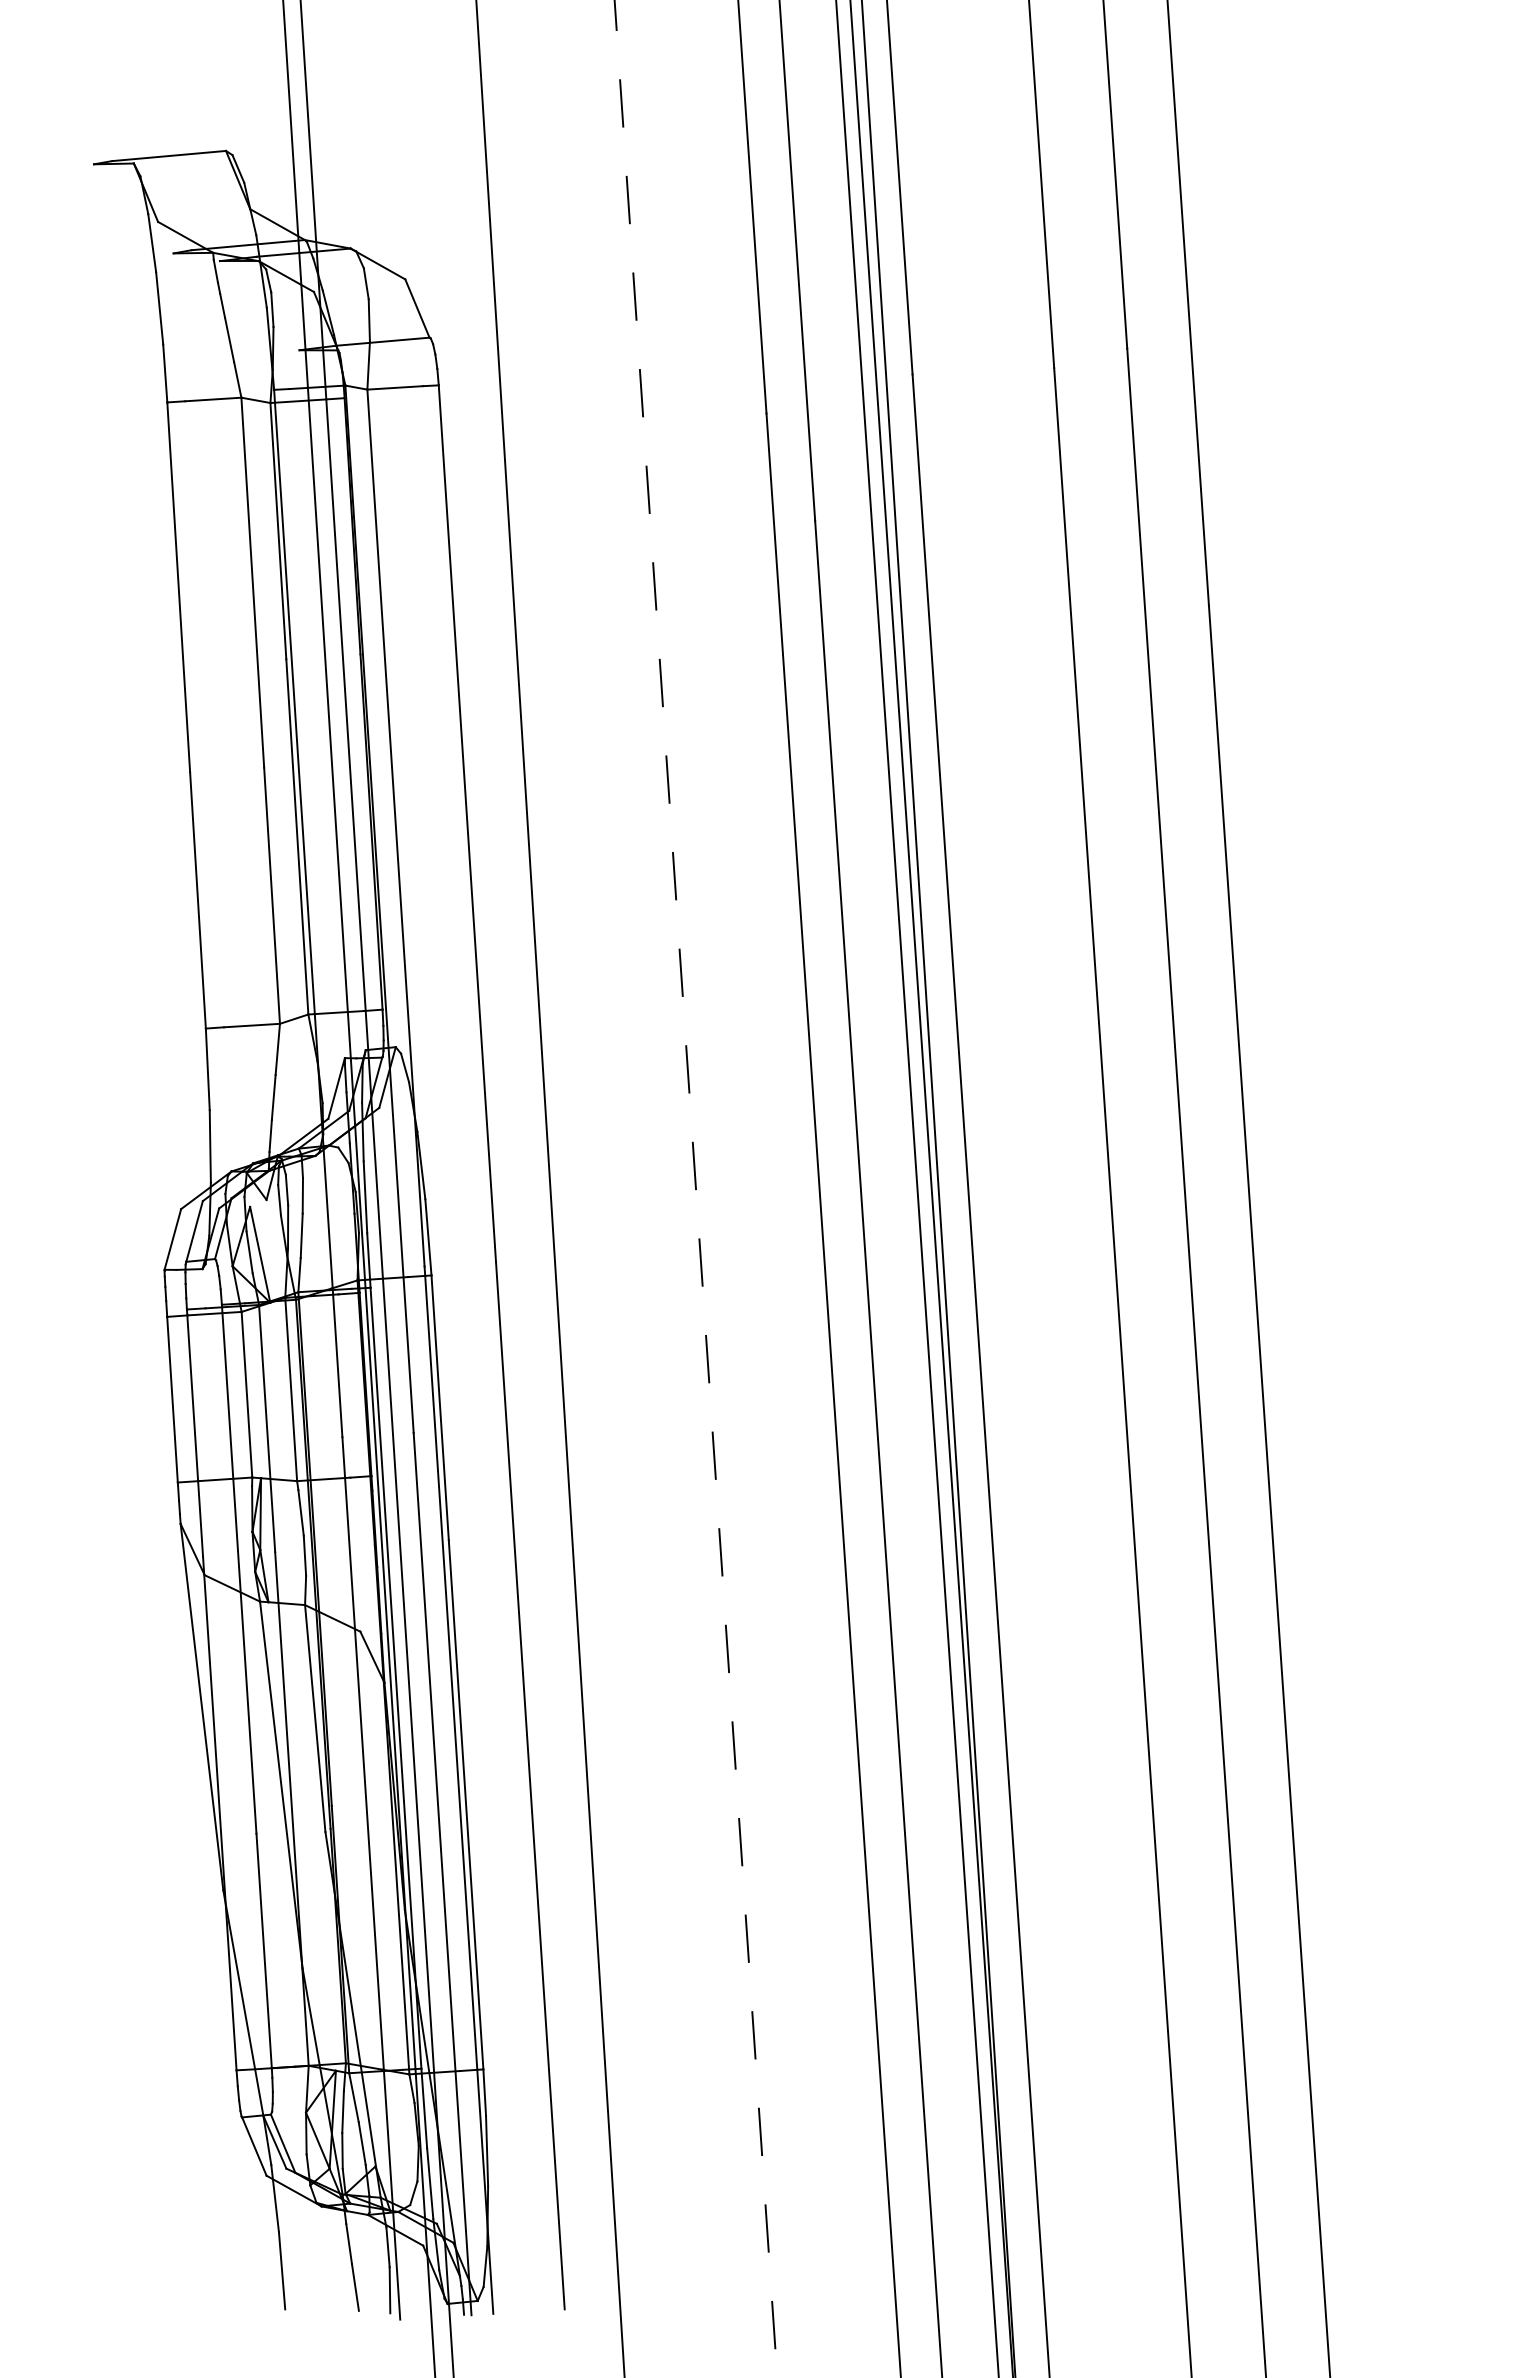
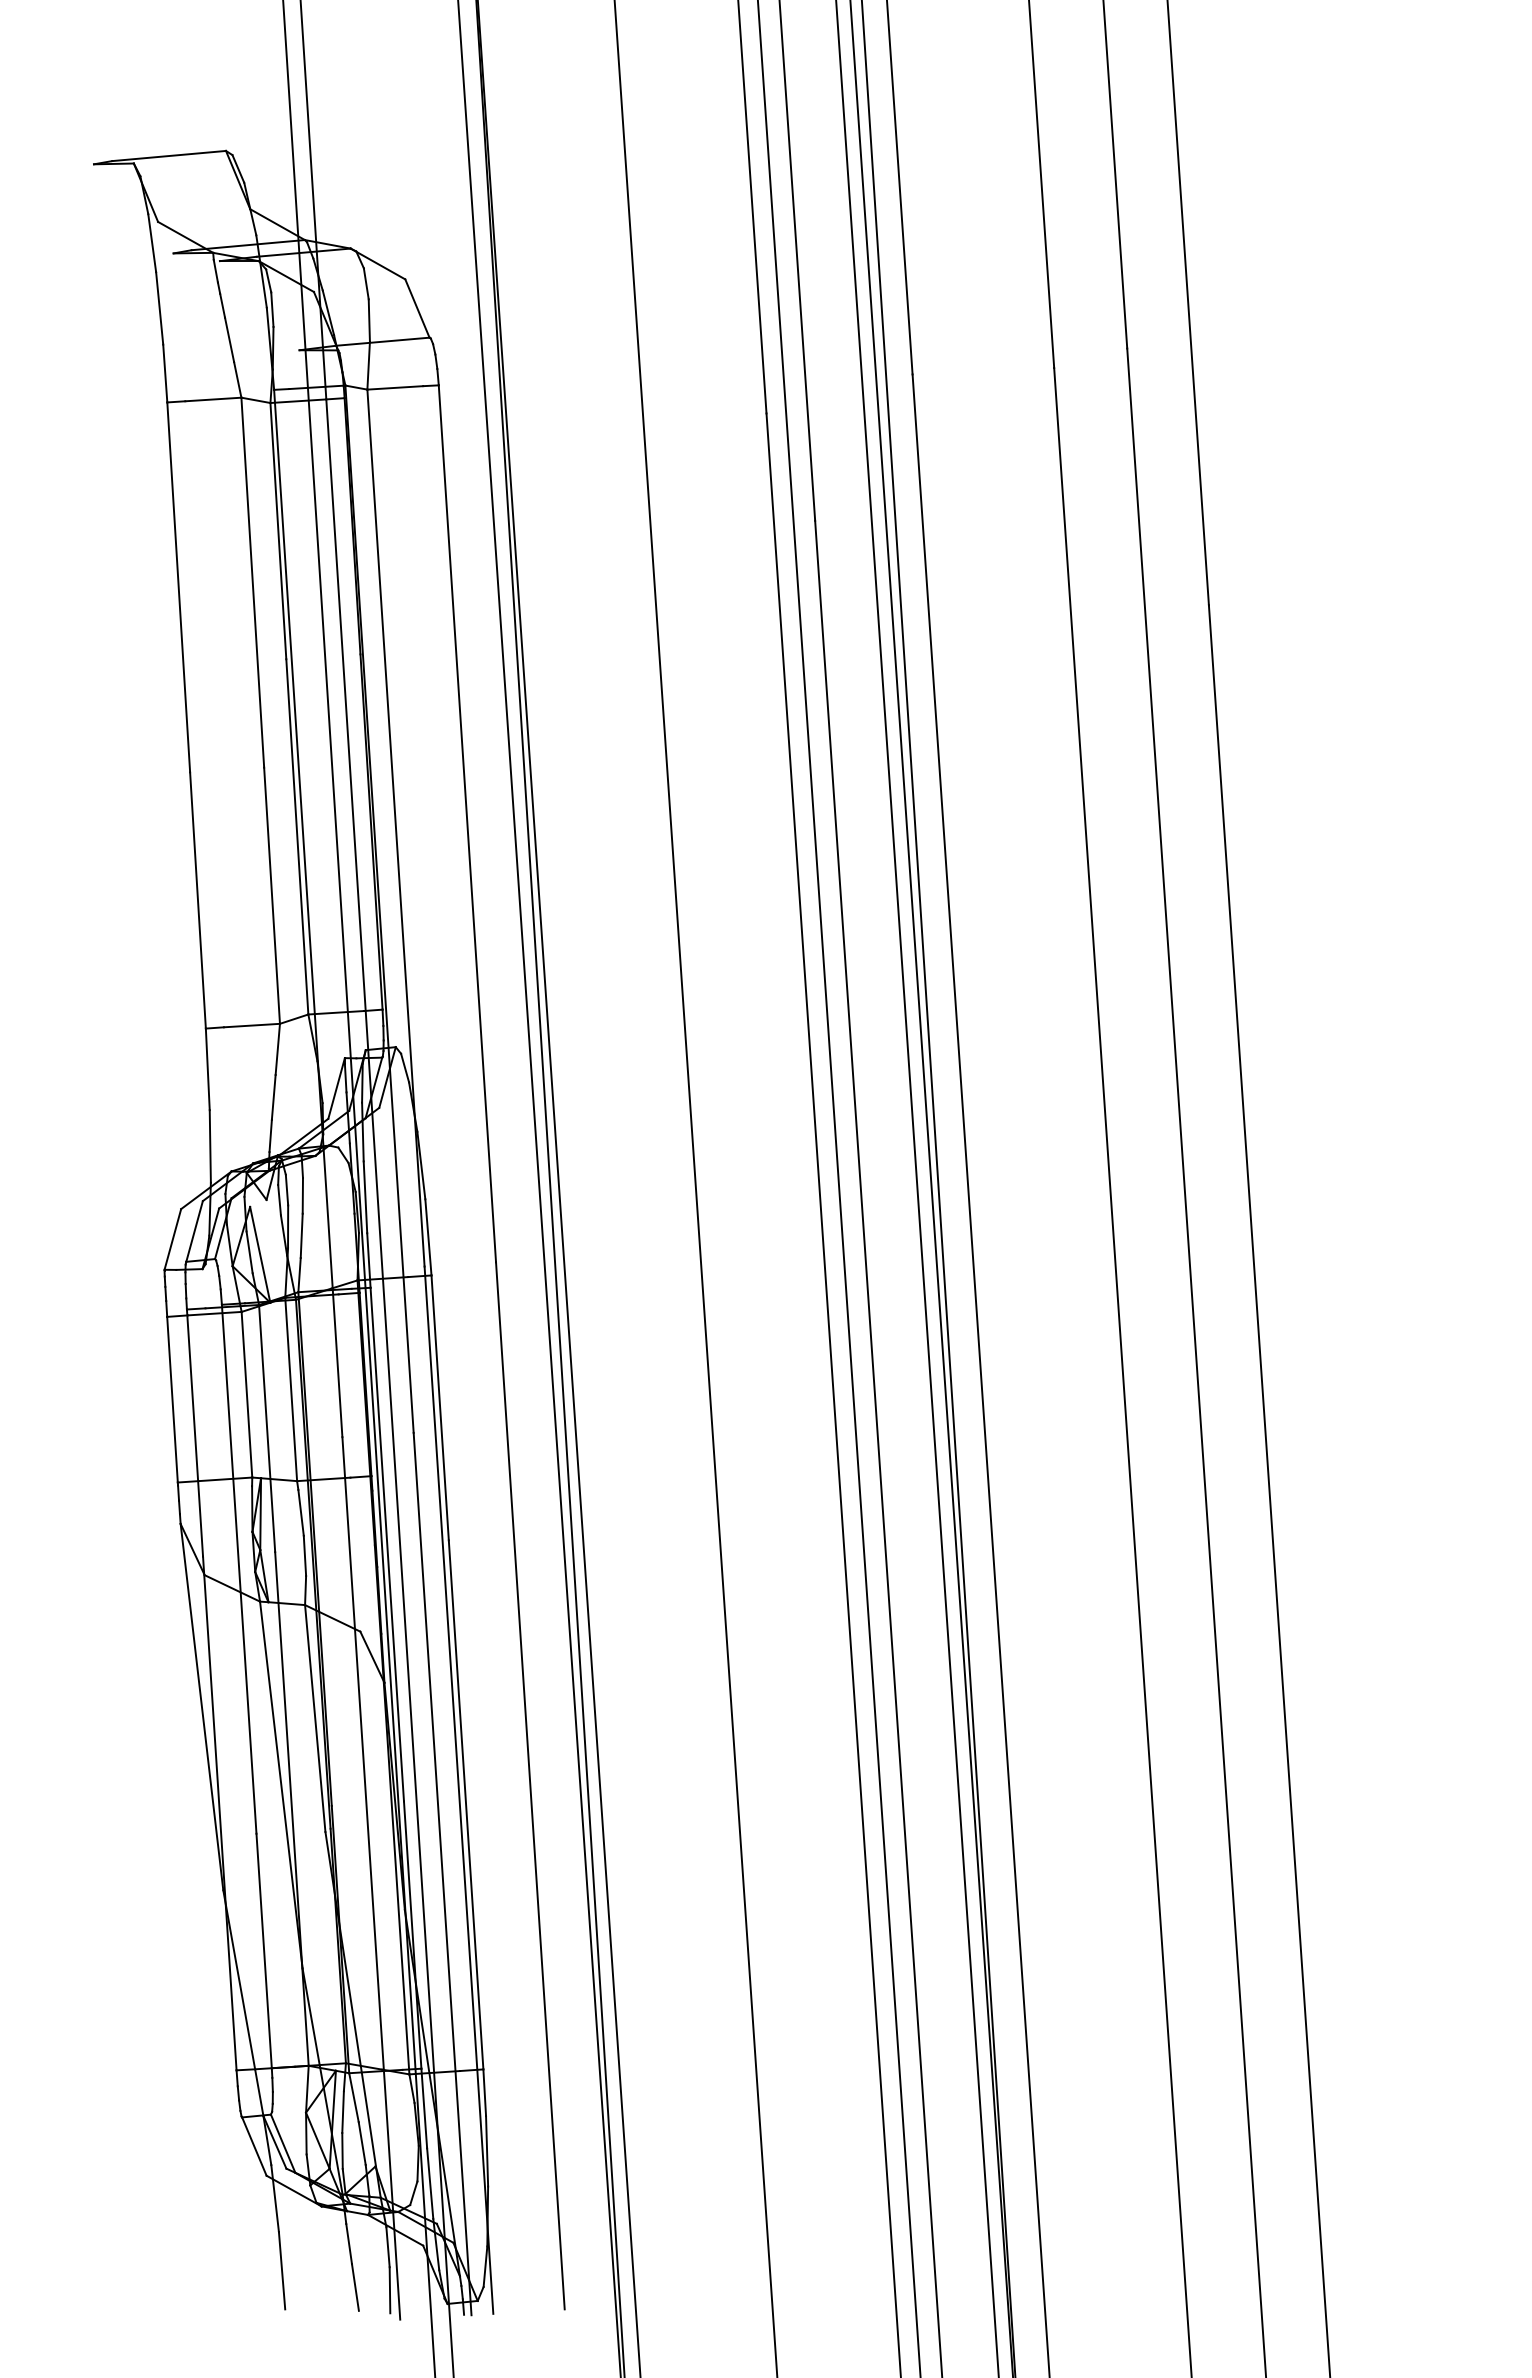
line at (539, 1188): none -> present
line at (559, 1188): none -> present
line at (839, 1188): none -> present
line at (696, 1189): dashed -> solid
